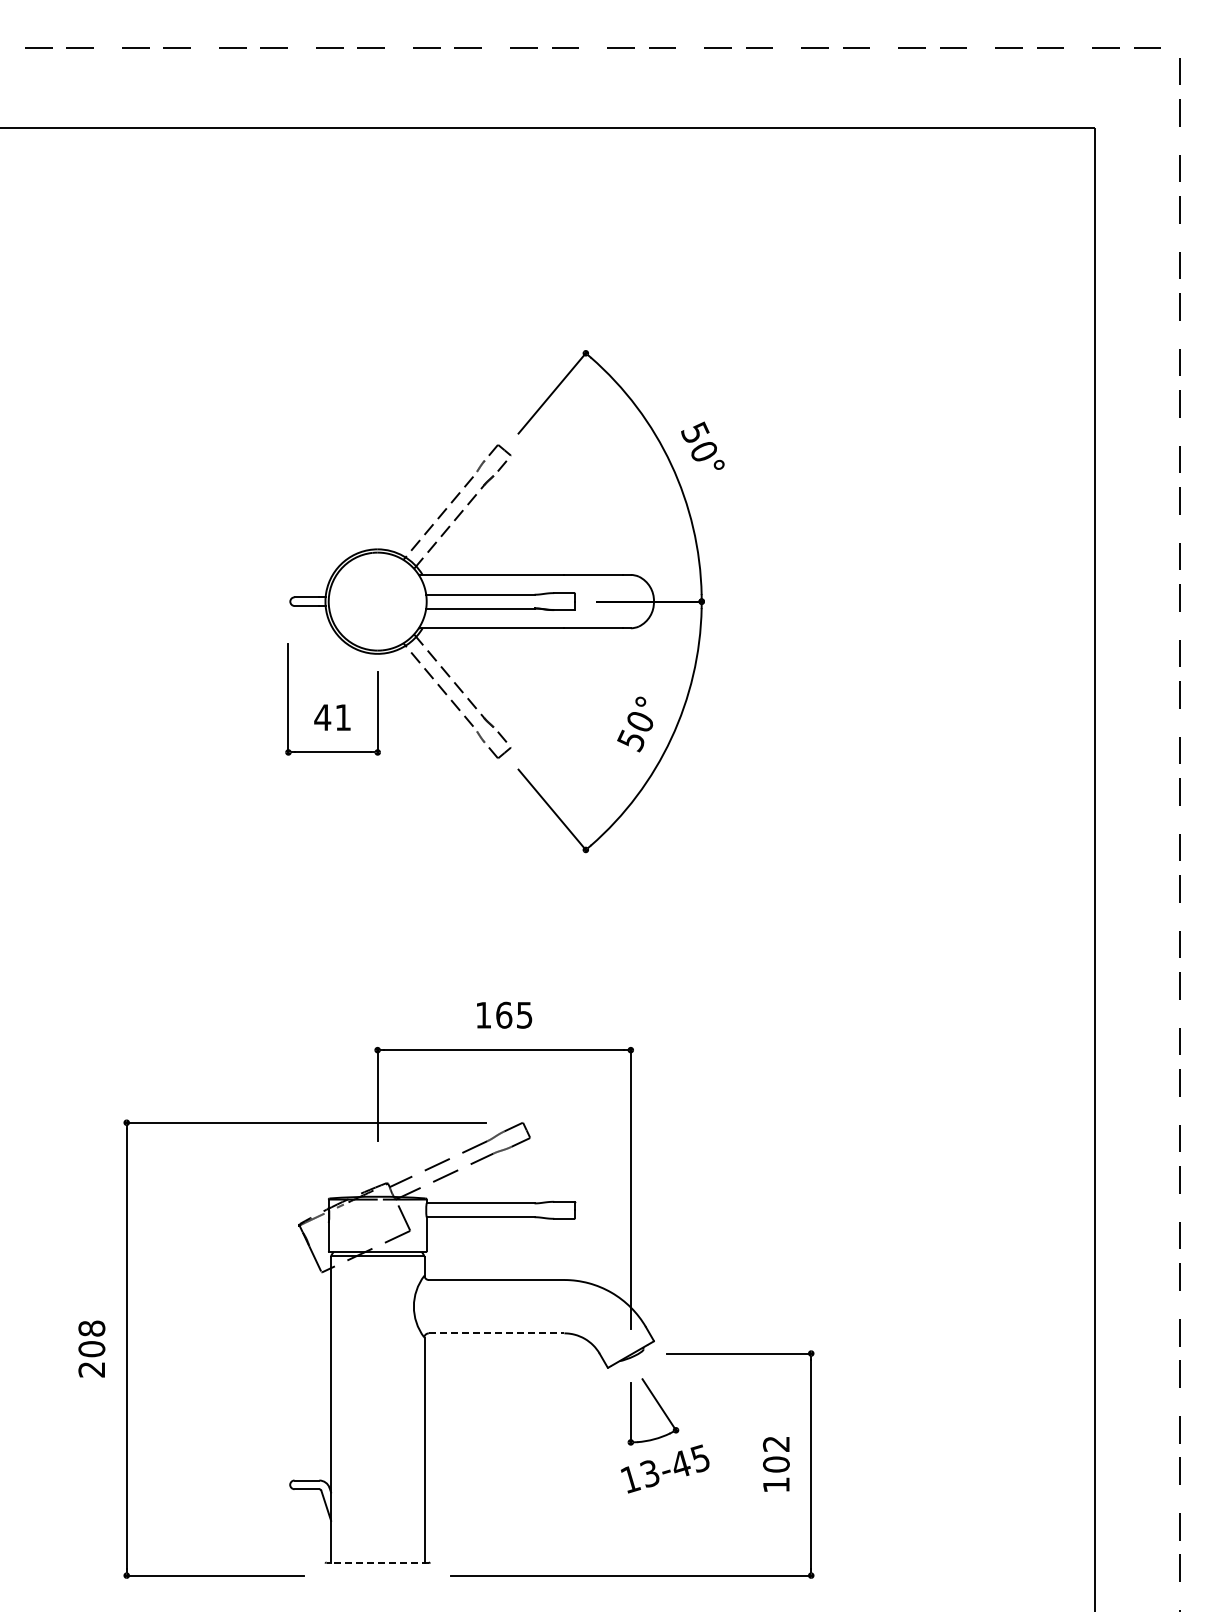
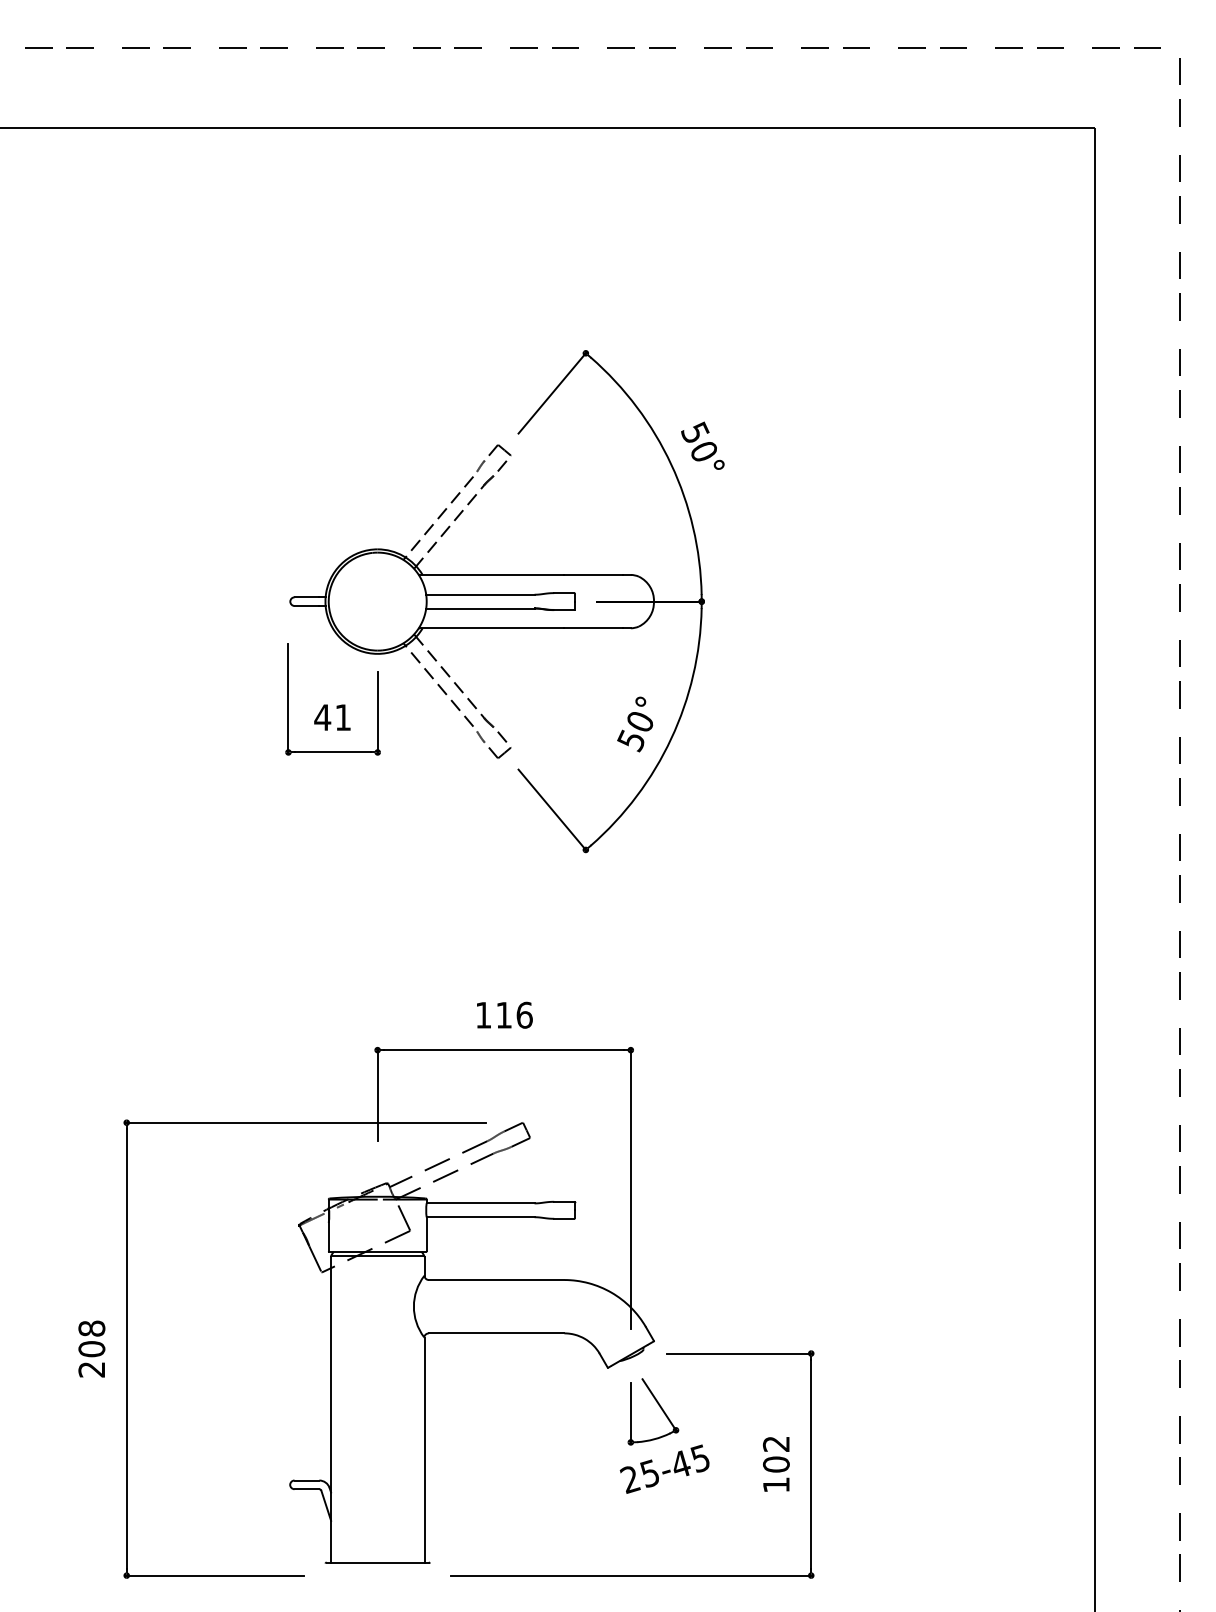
text at (514, 1014): 165 -> 116
line at (496, 1333): dashed -> solid
text at (639, 1476): 13-45 -> 25-45
line at (377, 1562): dashed -> solid
